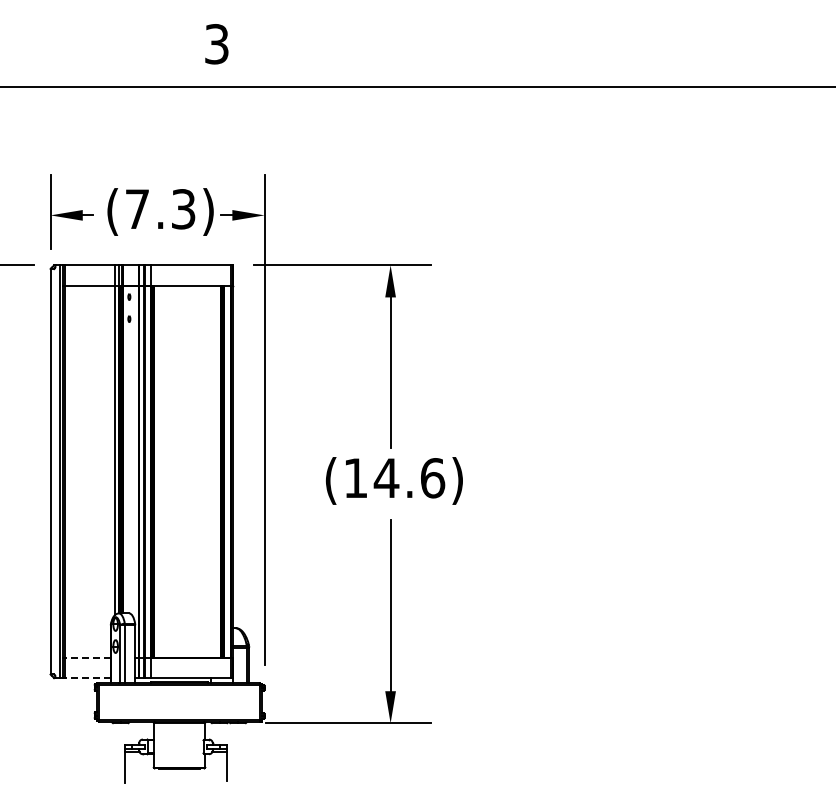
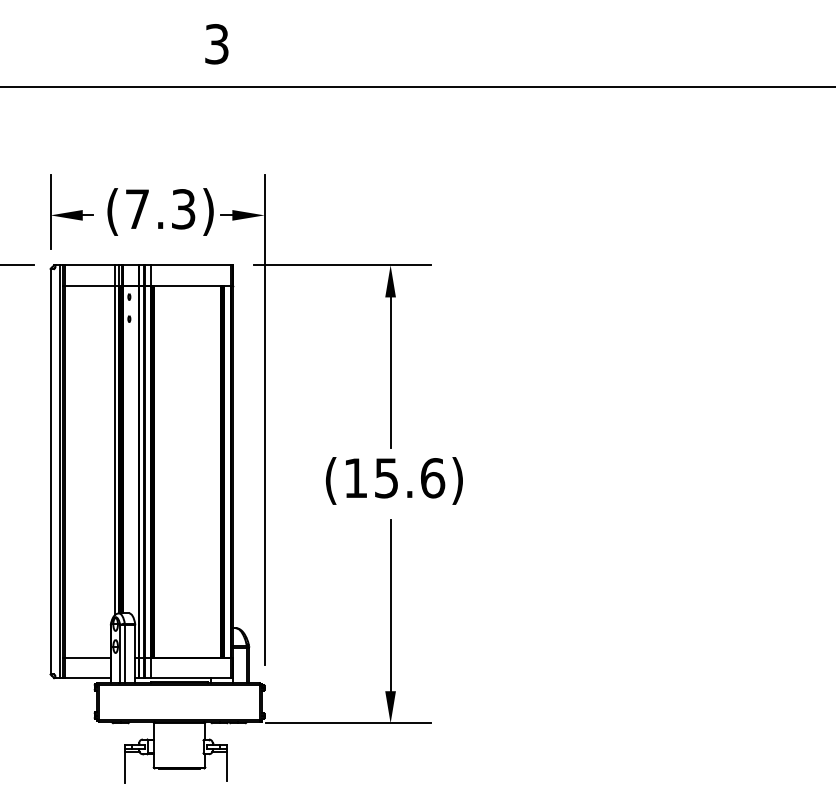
text at (386, 478): (14.6) -> (15.6)
line at (87, 657): dashed -> solid
line at (87, 678): dashed -> solid
